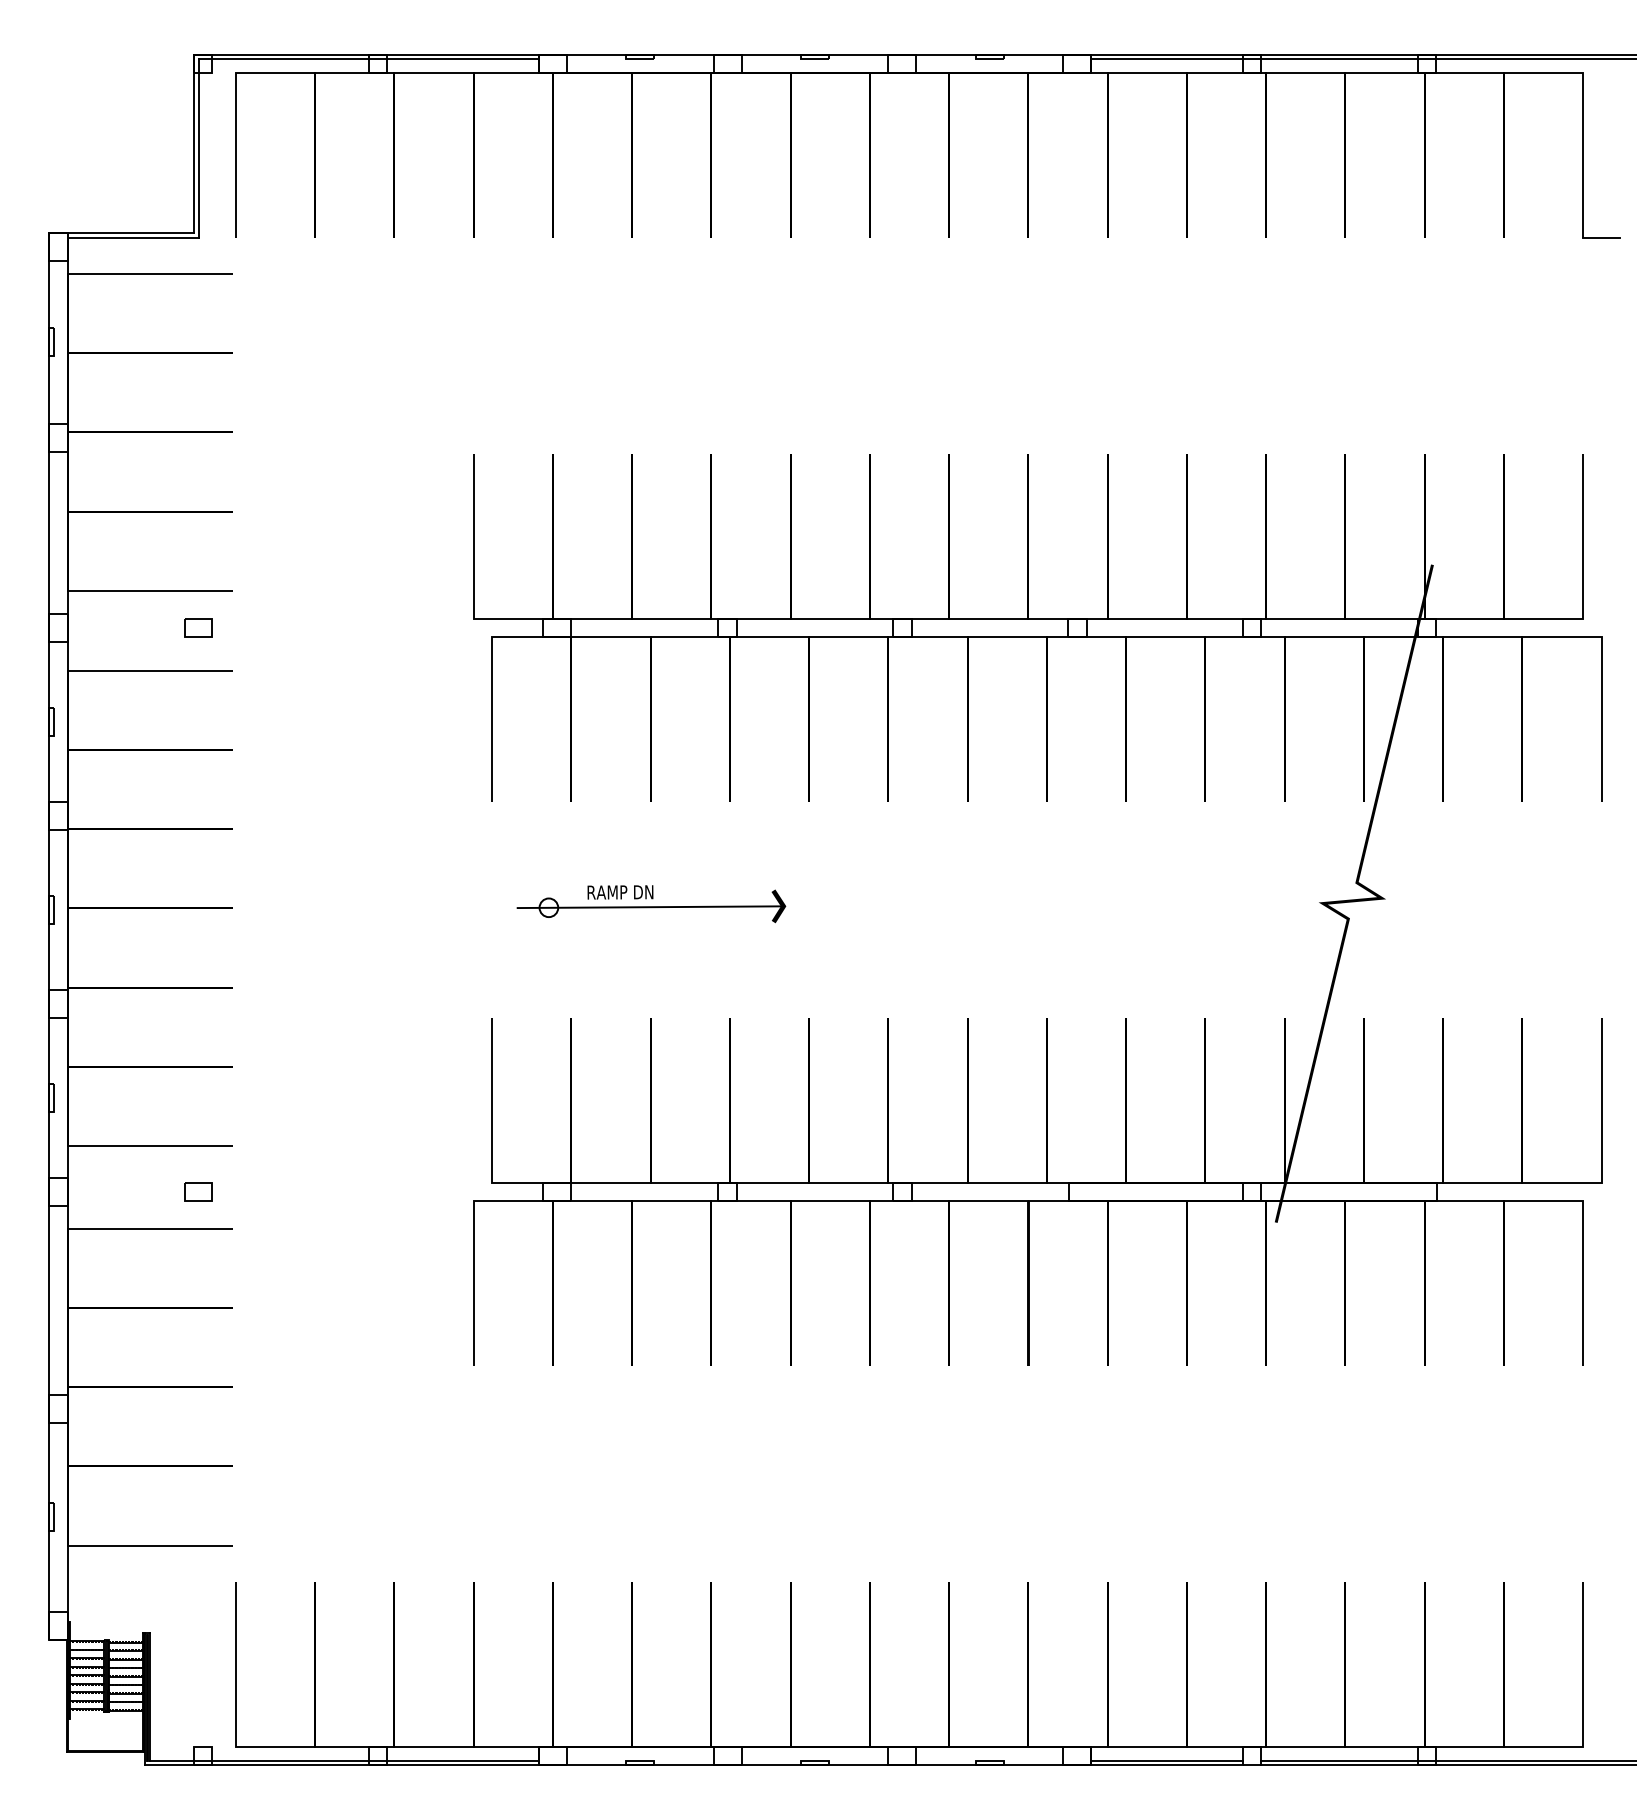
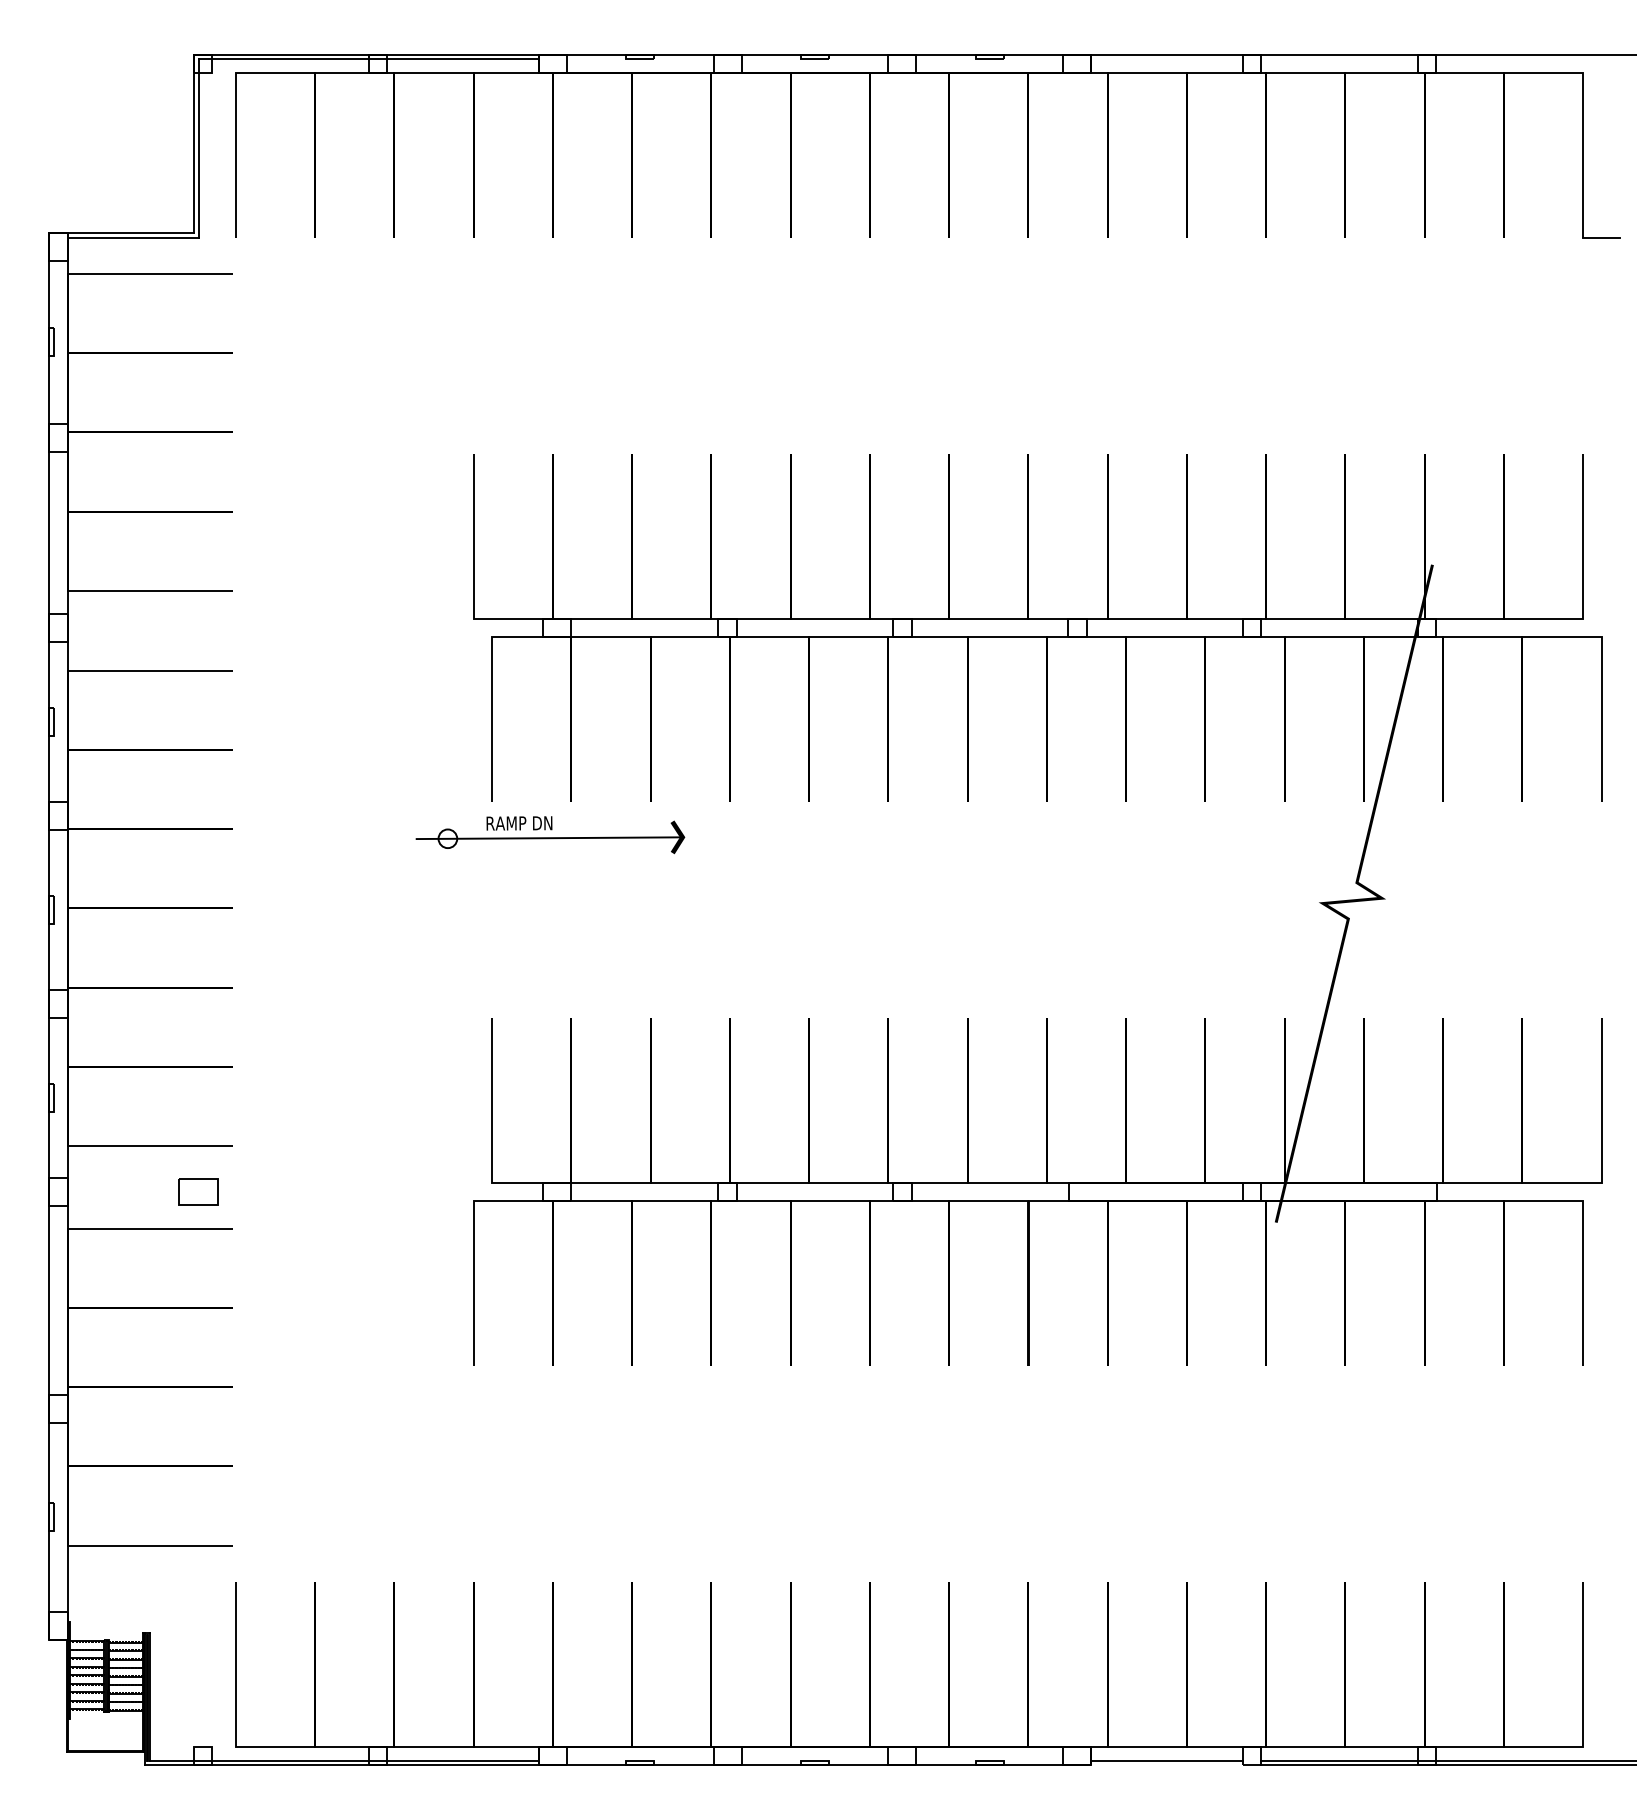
line at (1362, 59): present -> none
part at (198, 627): present -> none
part at (651, 904) position: (651, 904) -> (550, 835)
part at (198, 1191) size: 29x20 px -> 41x28 px
line at (1166, 1765): present -> none
